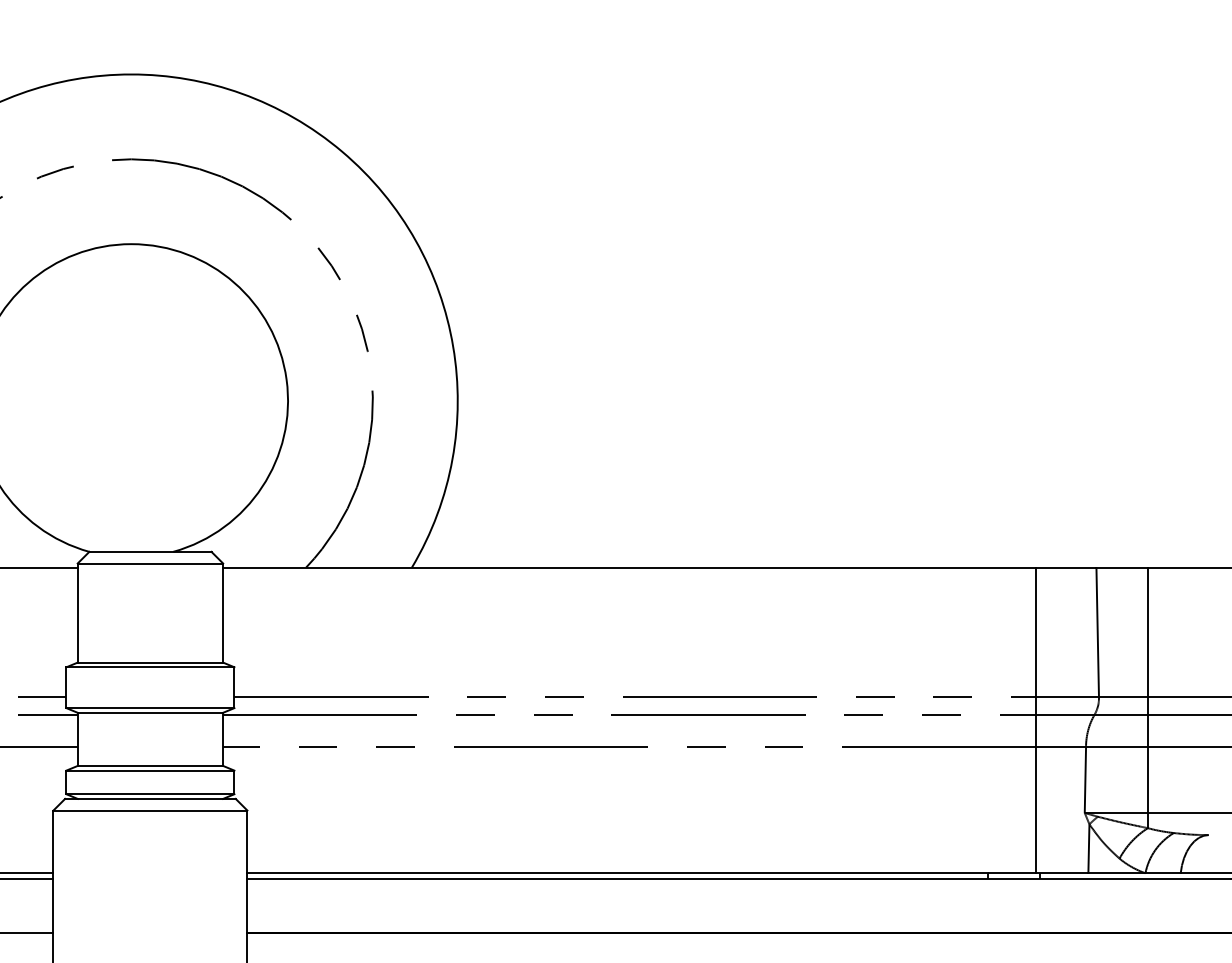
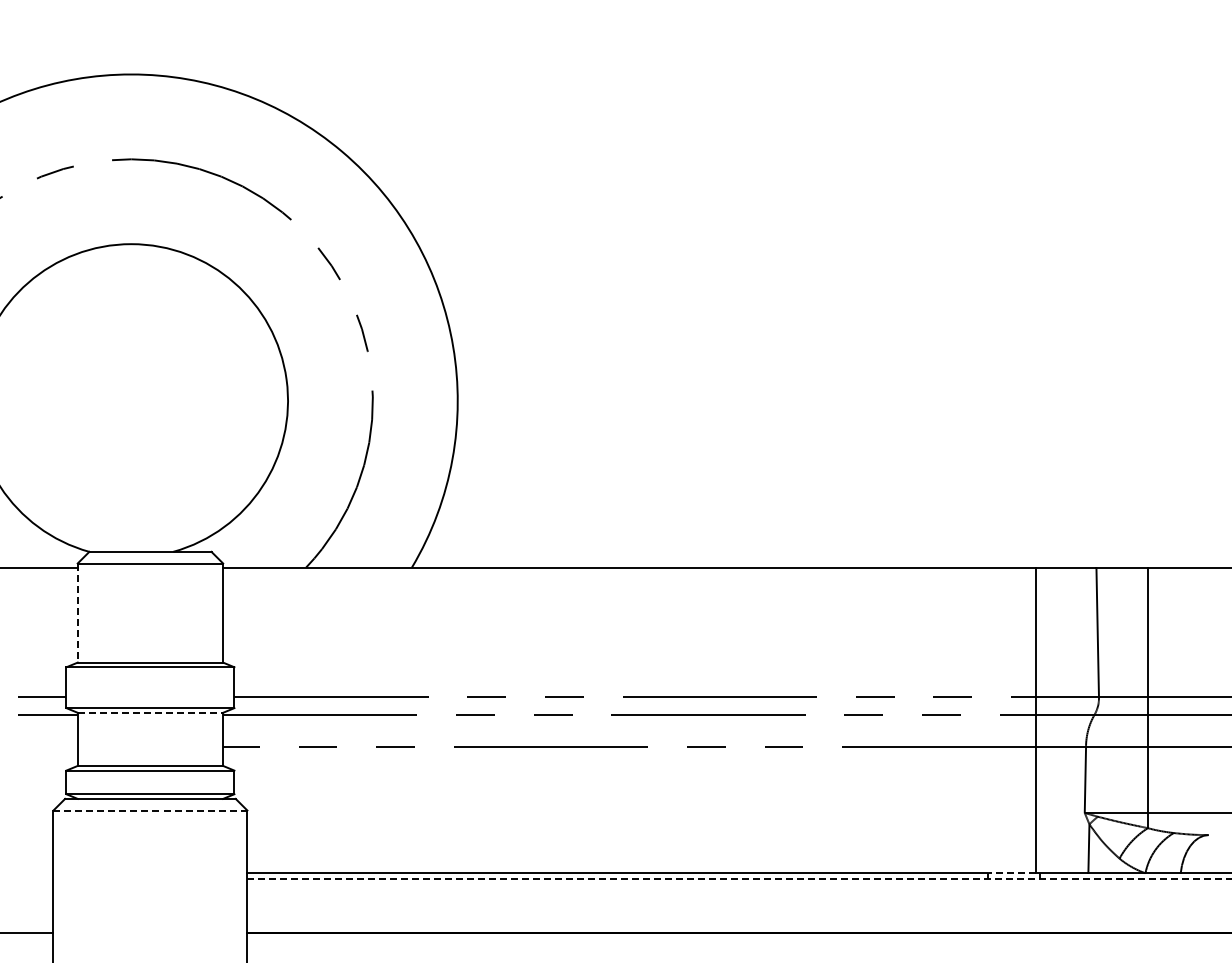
line at (77, 613): solid -> dashed
line at (150, 712): solid -> dashed
line at (39, 747): present -> none
line at (150, 810): solid -> dashed
line at (27, 873): present -> none
line at (1012, 873): solid -> dashed
line at (27, 879): present -> none
line at (739, 879): solid -> dashed
